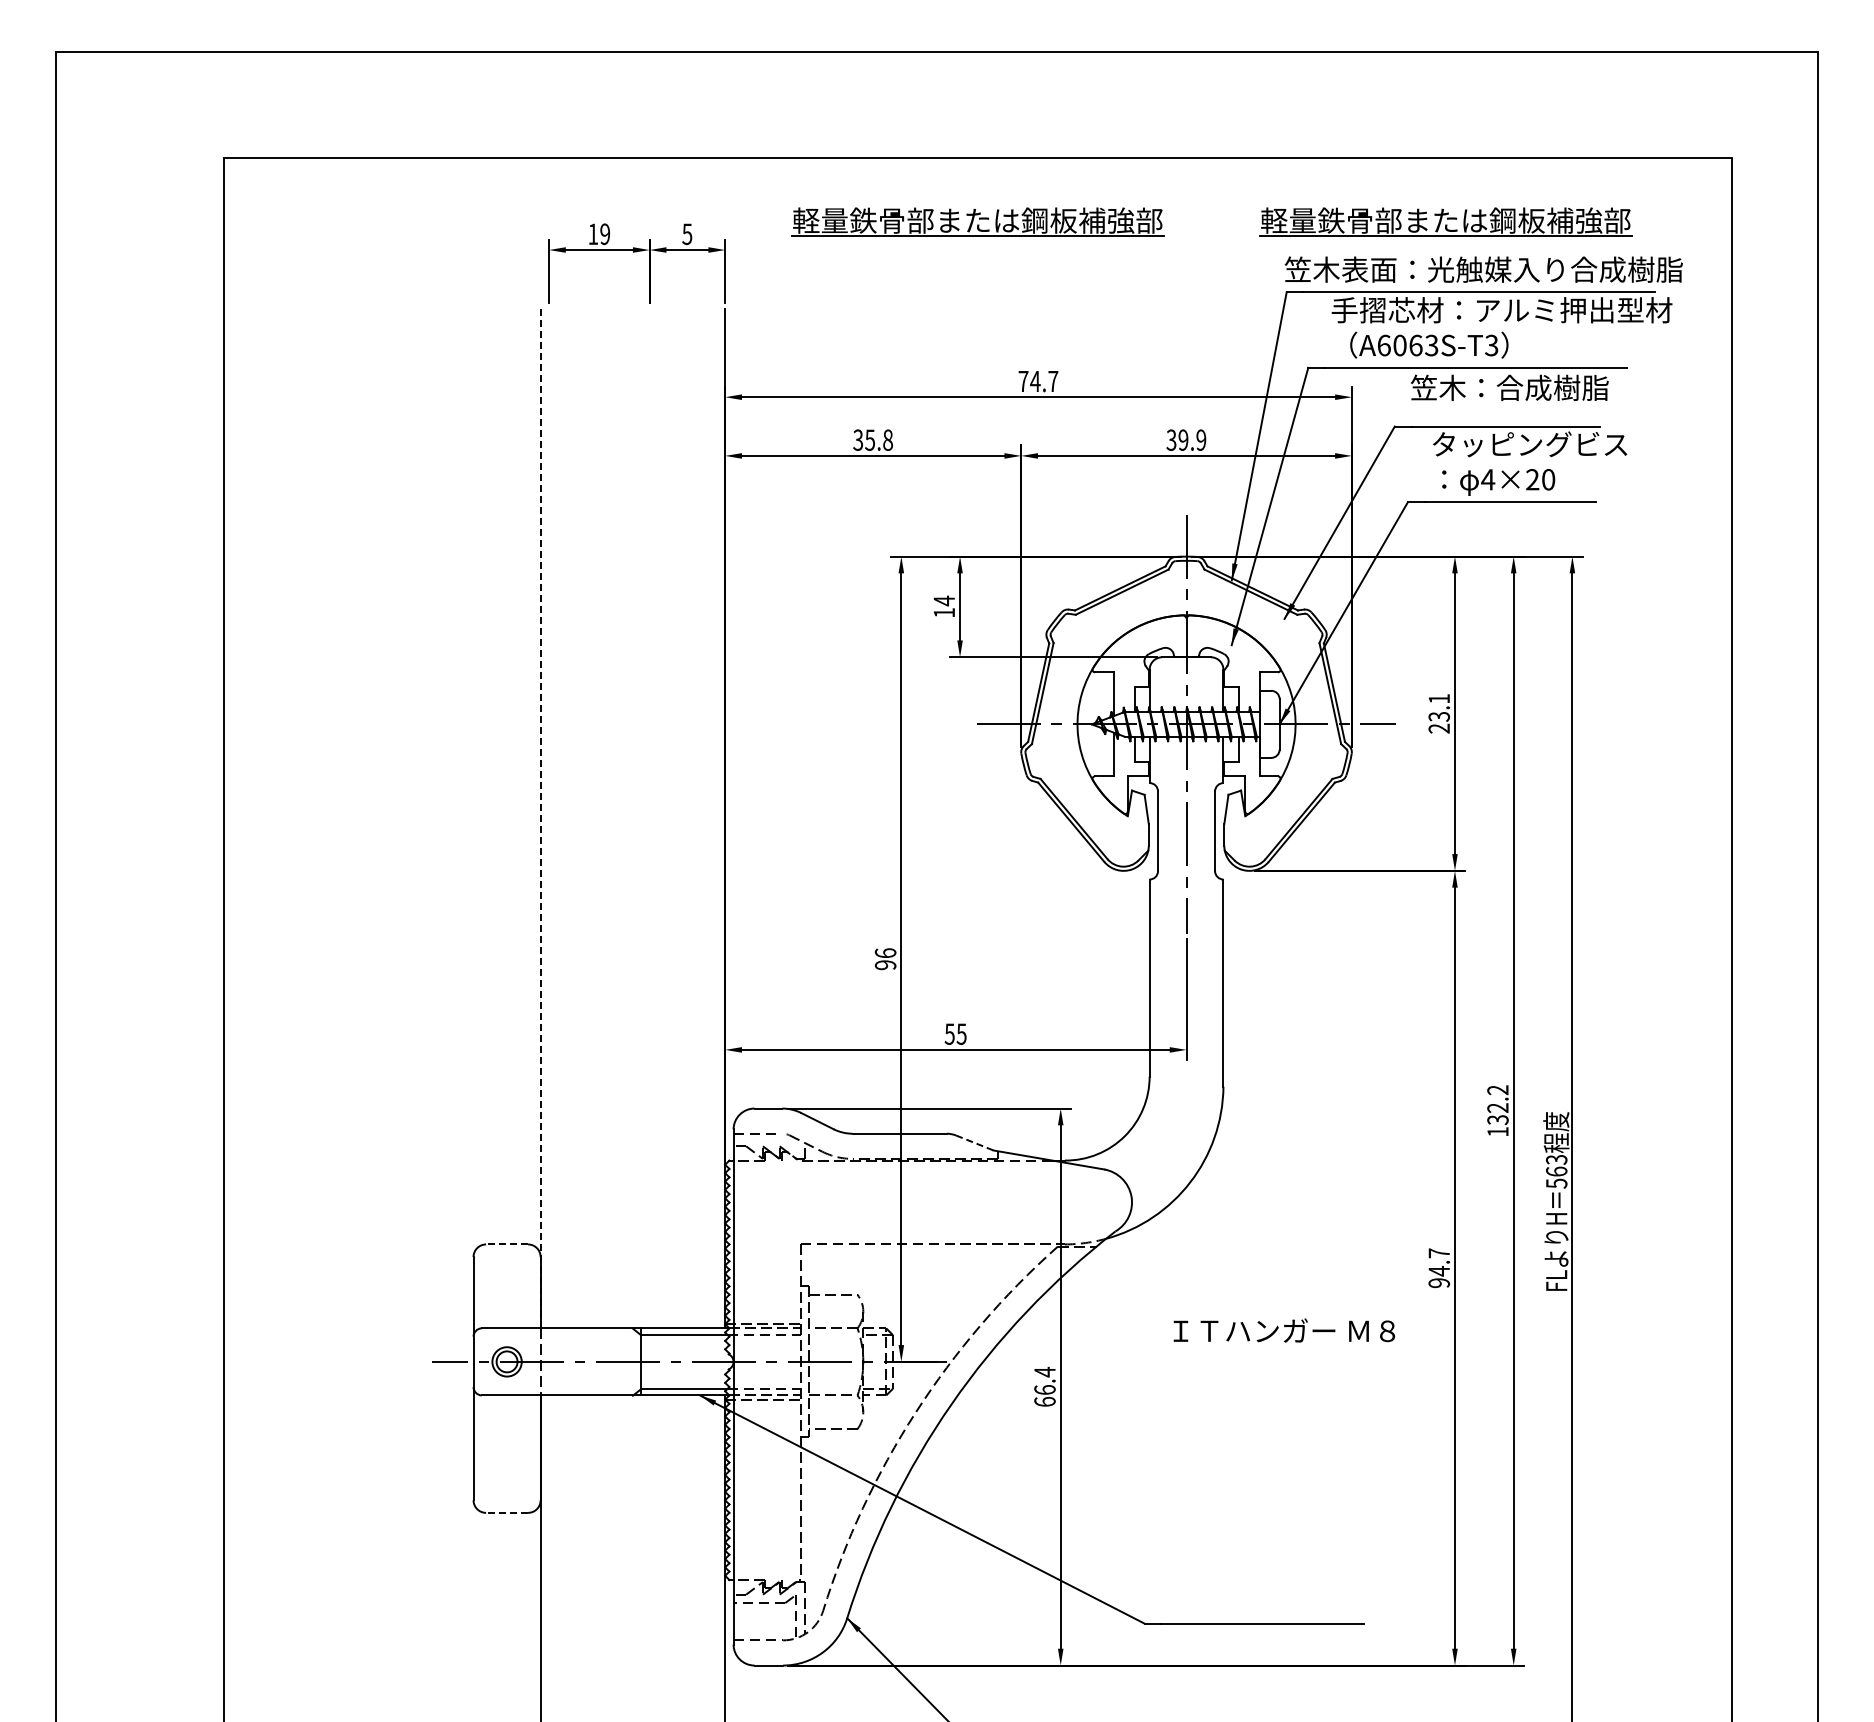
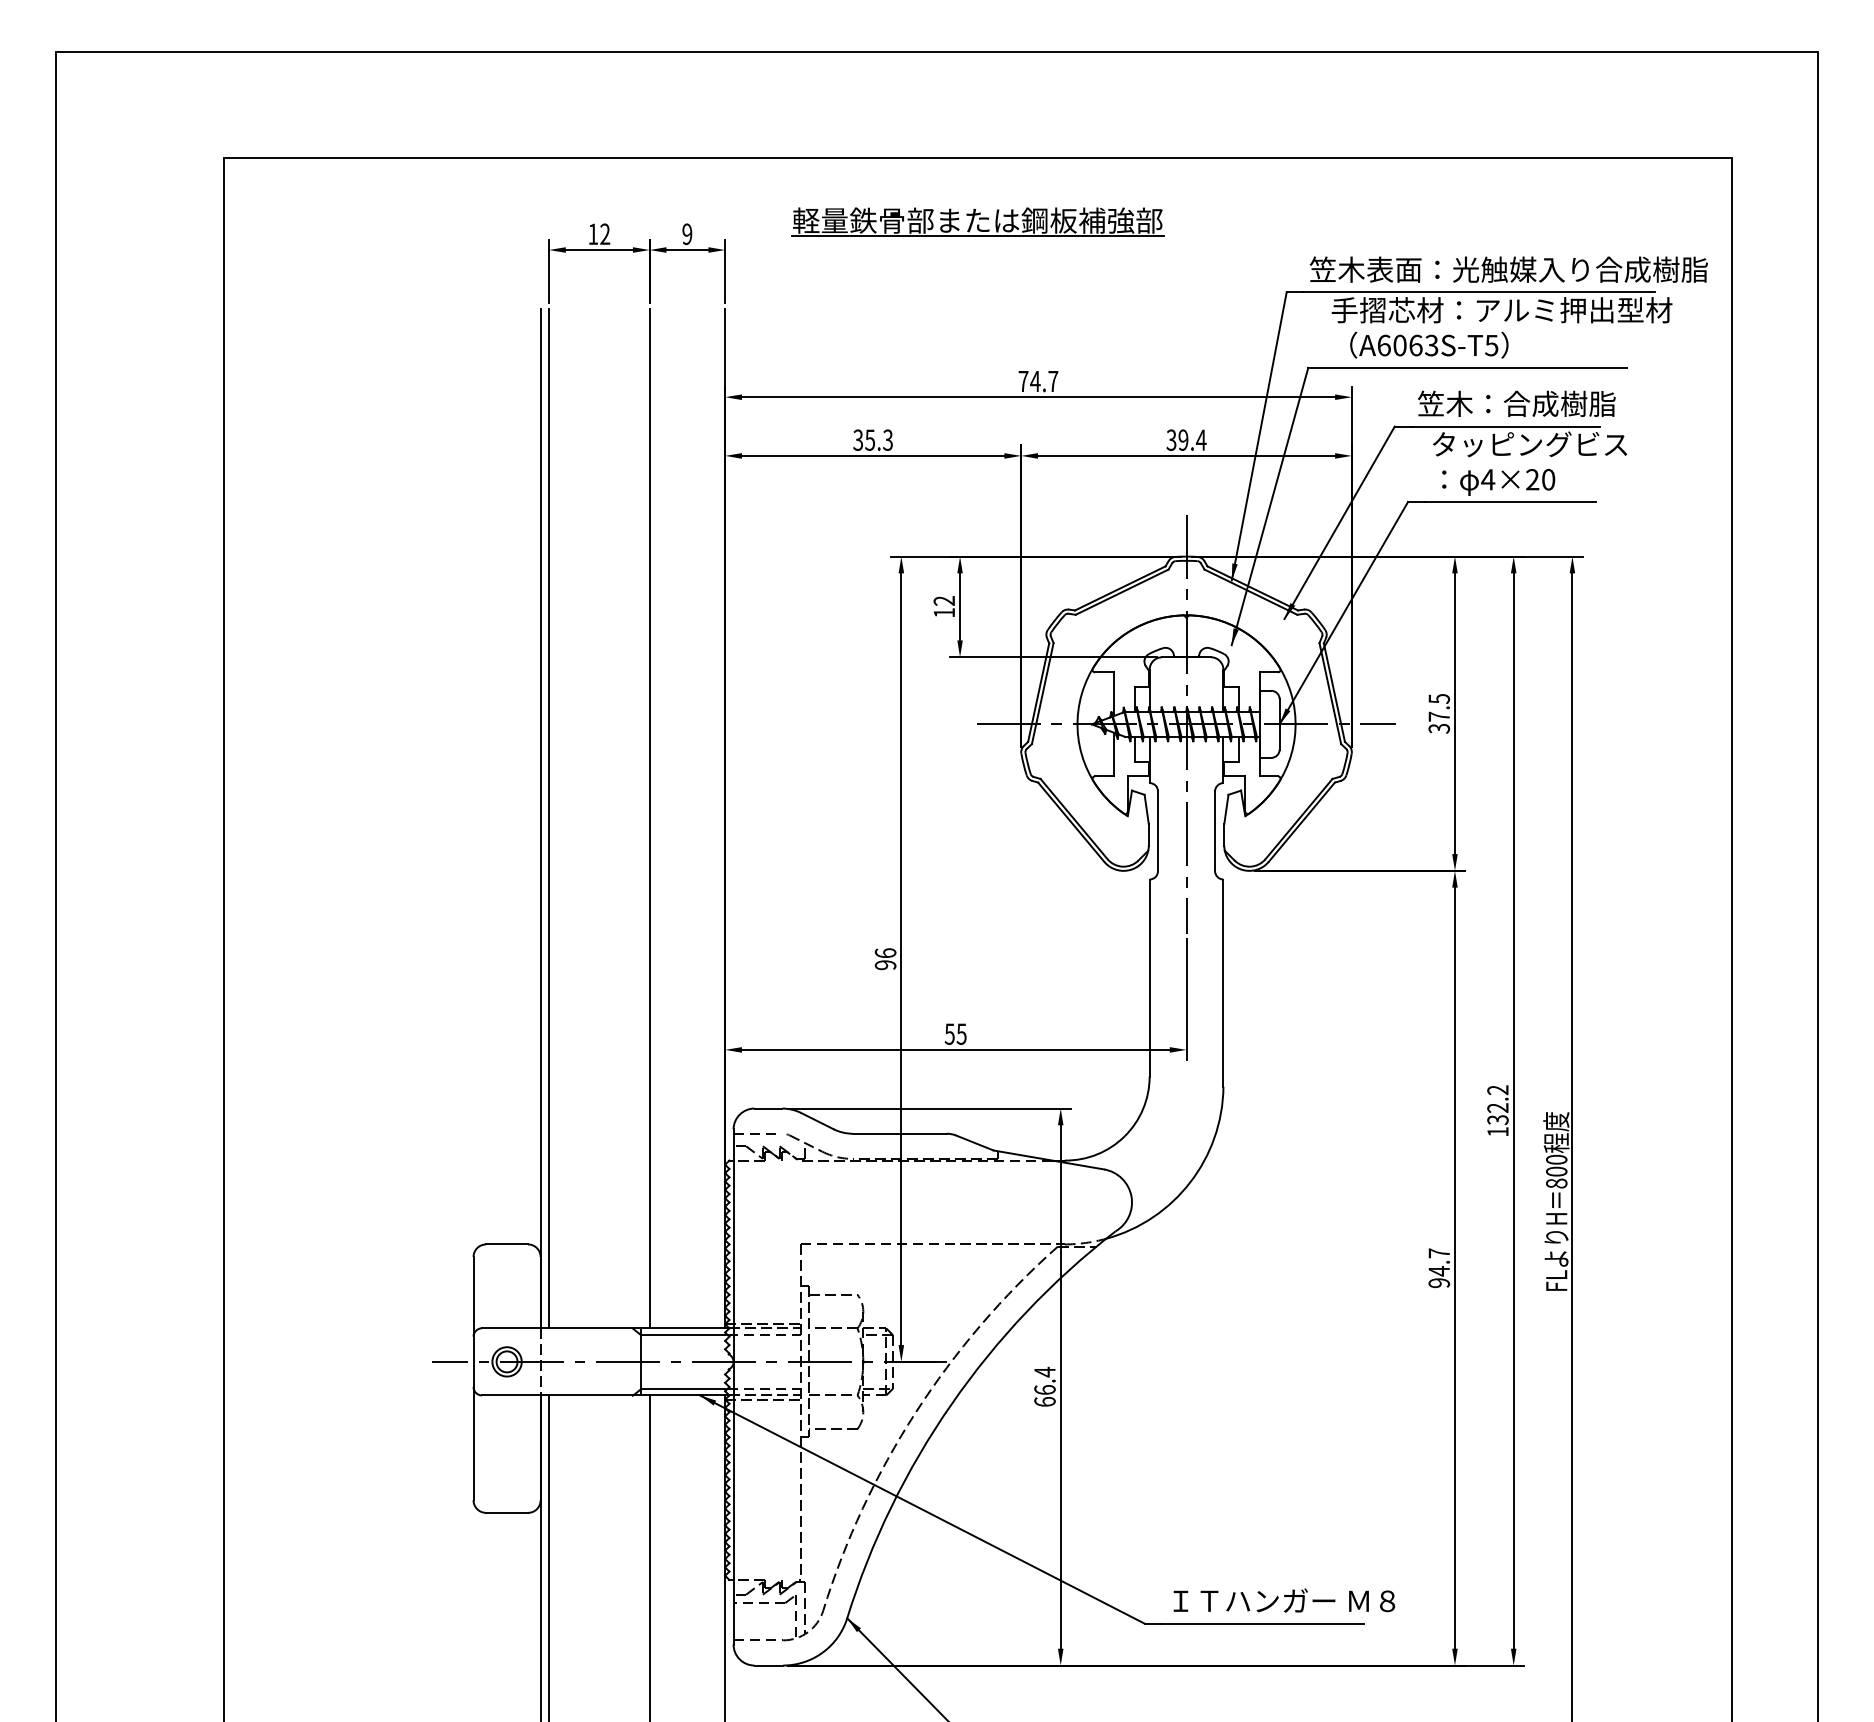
part at (1445, 221): present -> none
text at (687, 233): 5 -> 9
text at (605, 234): 19 -> 12
text at (1483, 269) position: (1483, 269) -> (1508, 269)
text at (1491, 344): A6063S-T3 -> A6063S-T5
text at (1509, 387) position: (1509, 387) -> (1516, 403)
text at (888, 439): 35.8 -> 35.3
text at (1201, 439): 39.9 -> 39.4
text at (943, 600): 14 -> 12
text at (1439, 713): 23.1 -> 37.5
line at (540, 818): dashed -> solid
line at (549, 818): none -> present
line at (649, 818): none -> present
line at (975, 1143): dashed -> solid
text at (1556, 1171): 563 -> 800
line at (507, 1244): dashed -> solid
text at (1284, 1330) position: (1284, 1330) -> (1284, 1600)
line at (507, 1512): dashed -> solid
line at (549, 1556): none -> present
line at (649, 1556): none -> present
